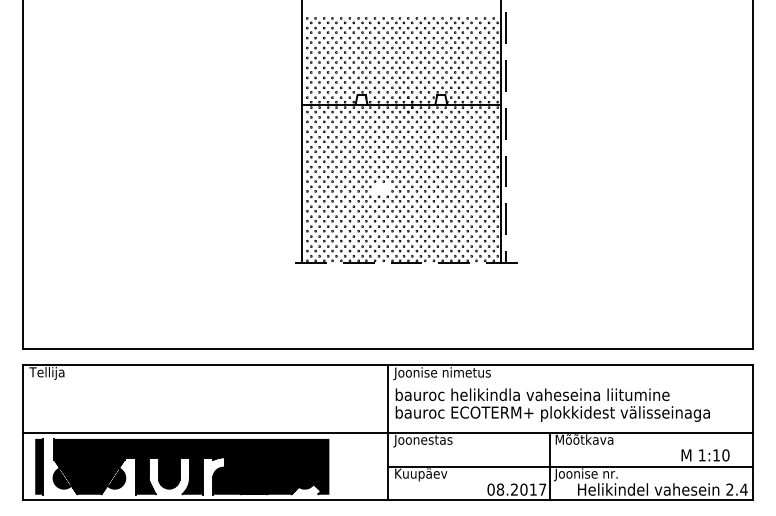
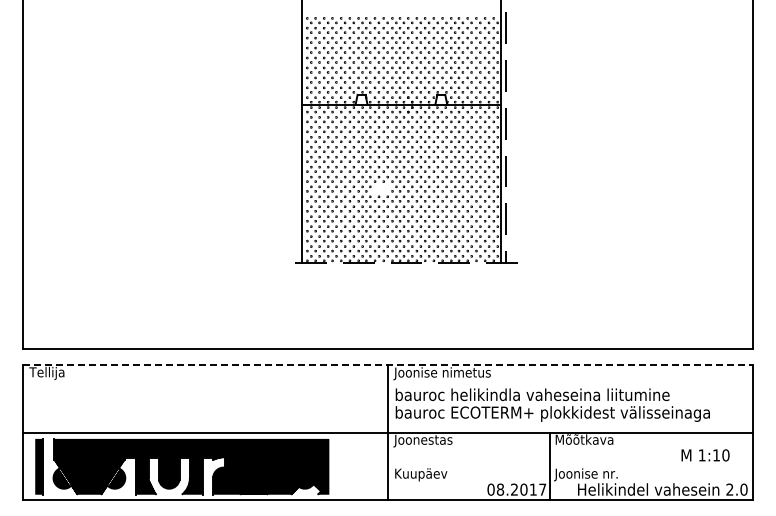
line at (388, 365): solid -> dashed
line at (570, 466): present -> none
text at (743, 489): 2.4 -> 2.0
